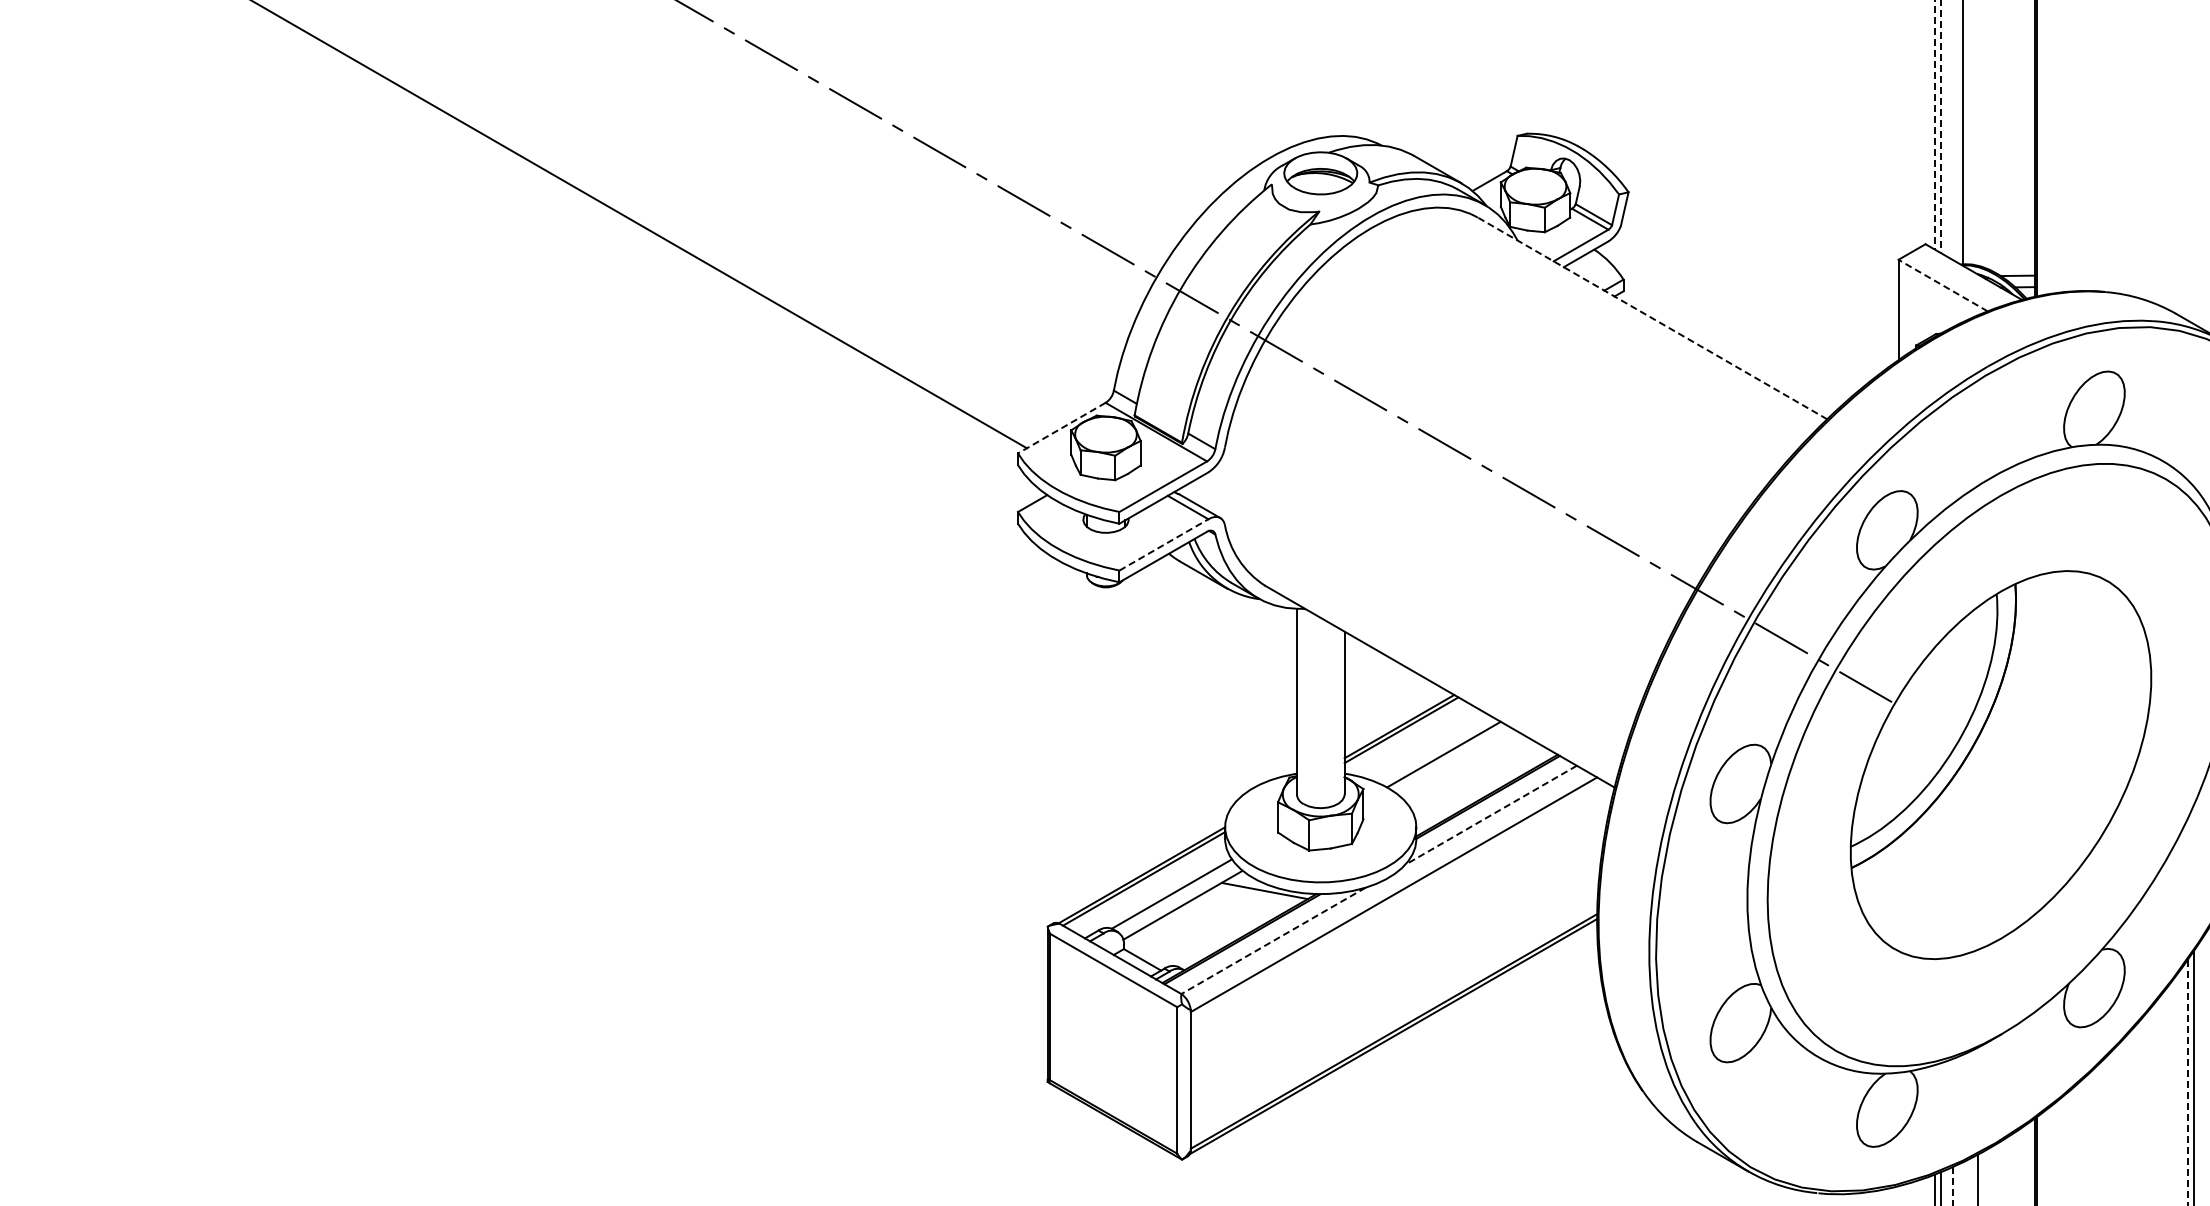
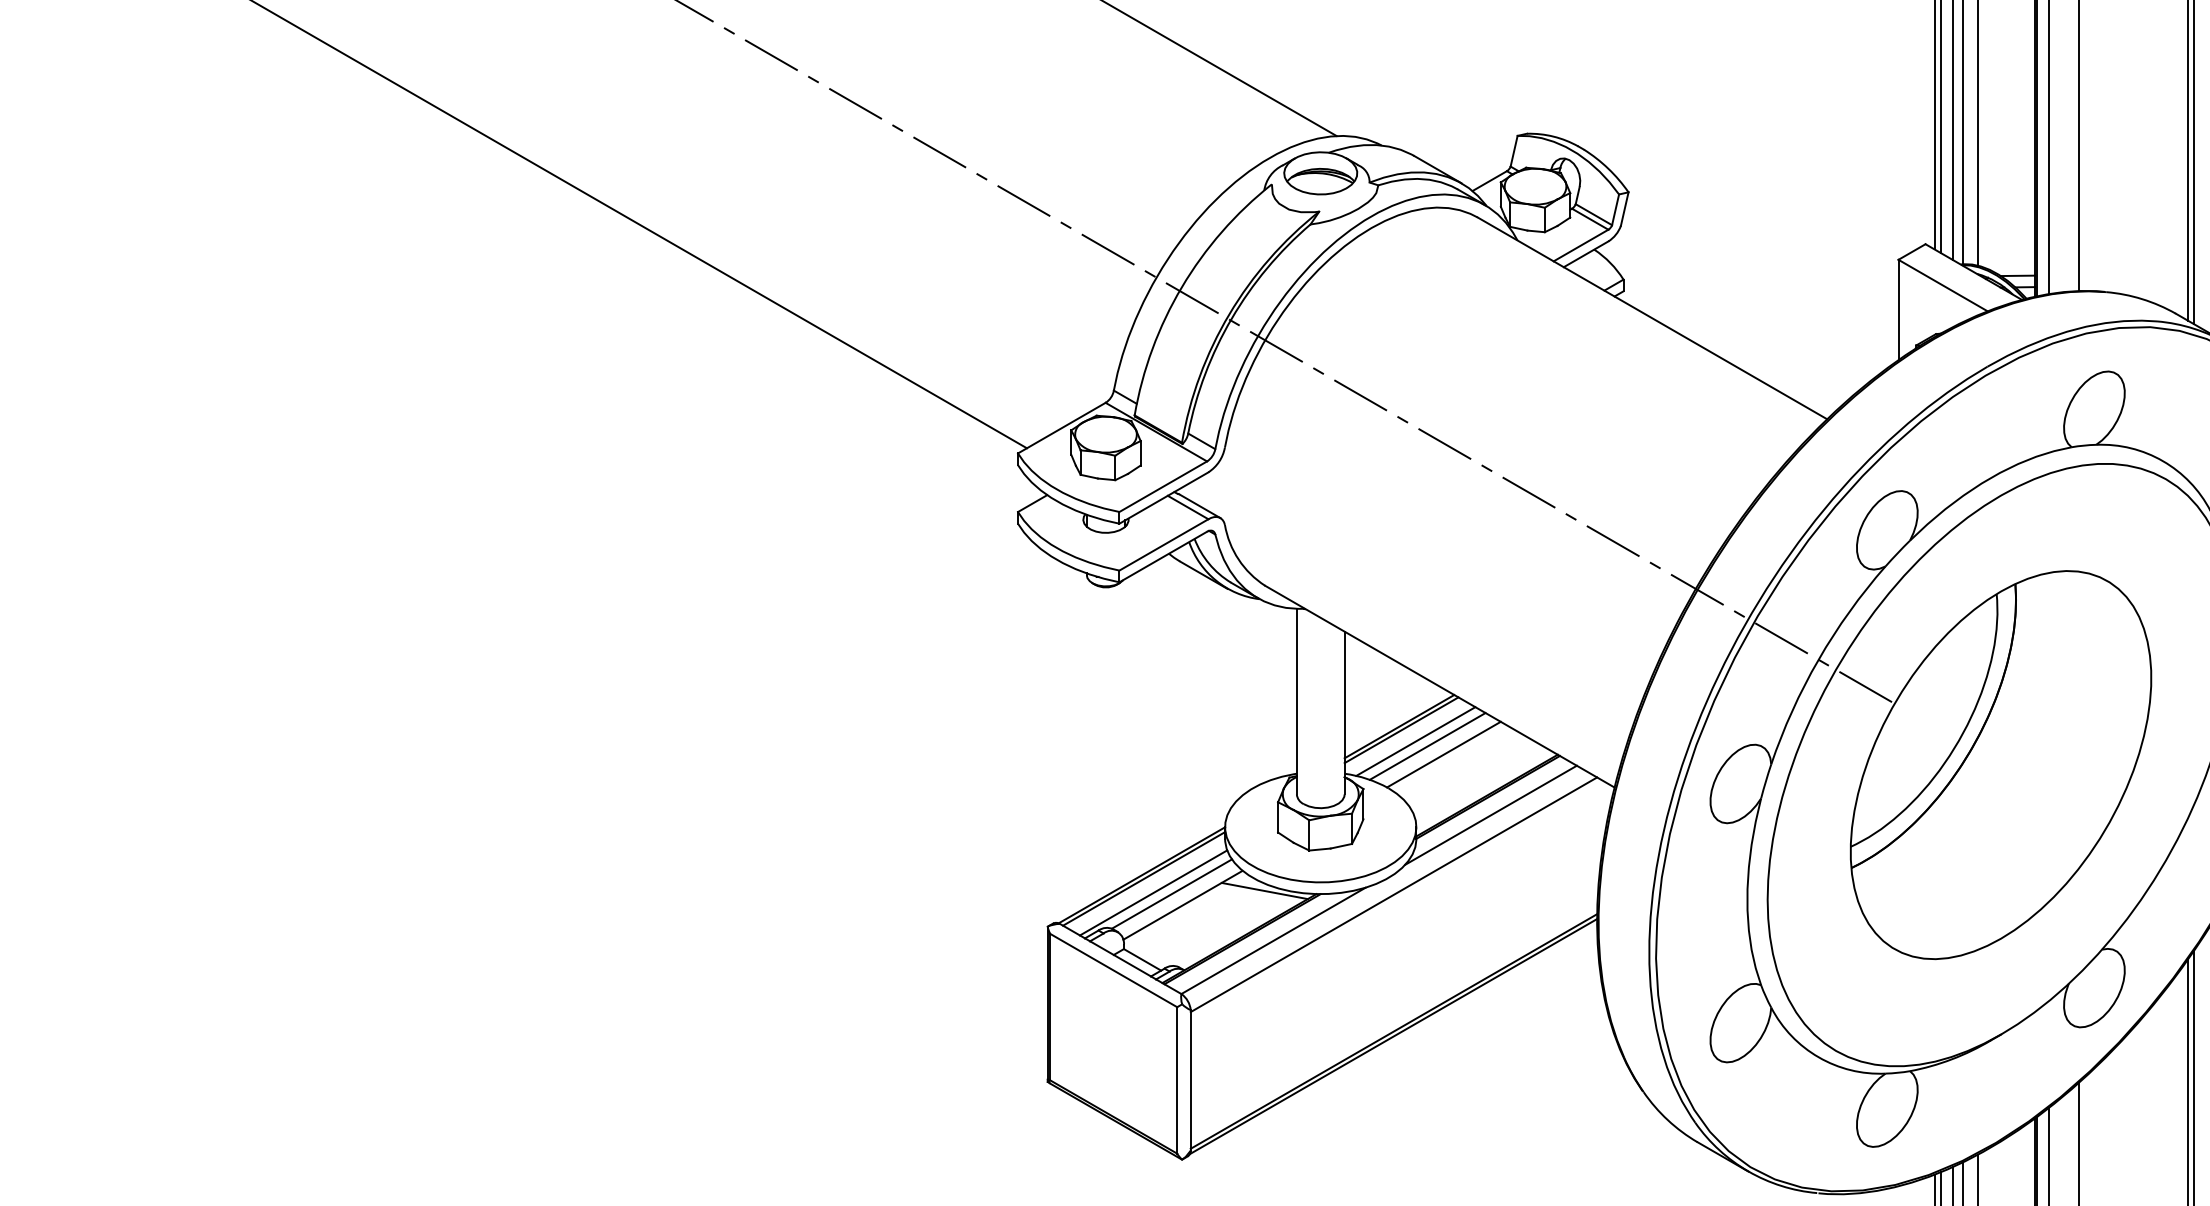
line at (1220, 69): none -> present
line at (1934, 125): dashed -> solid
line at (1940, 127): dashed -> solid
line at (1952, 130): none -> present
line at (1977, 133): none -> present
line at (2079, 146): none -> present
line at (2049, 148): none -> present
line at (2187, 161): none -> present
line at (2193, 163): none -> present
line at (1943, 285): dashed -> solid
line at (1652, 318): dashed -> solid
line at (1061, 428): dashed -> solid
line at (1164, 544): dashed -> solid
line at (1415, 741): none -> present
line at (1427, 746): none -> present
line at (1490, 815): dashed -> solid
line at (1153, 892): none -> present
line at (1273, 941): dashed -> solid
line at (2187, 1082): dashed -> solid
line at (2079, 1142): none -> present
line at (2049, 1154): none -> present
line at (1962, 1182): none -> present
line at (1952, 1186): dashed -> solid
